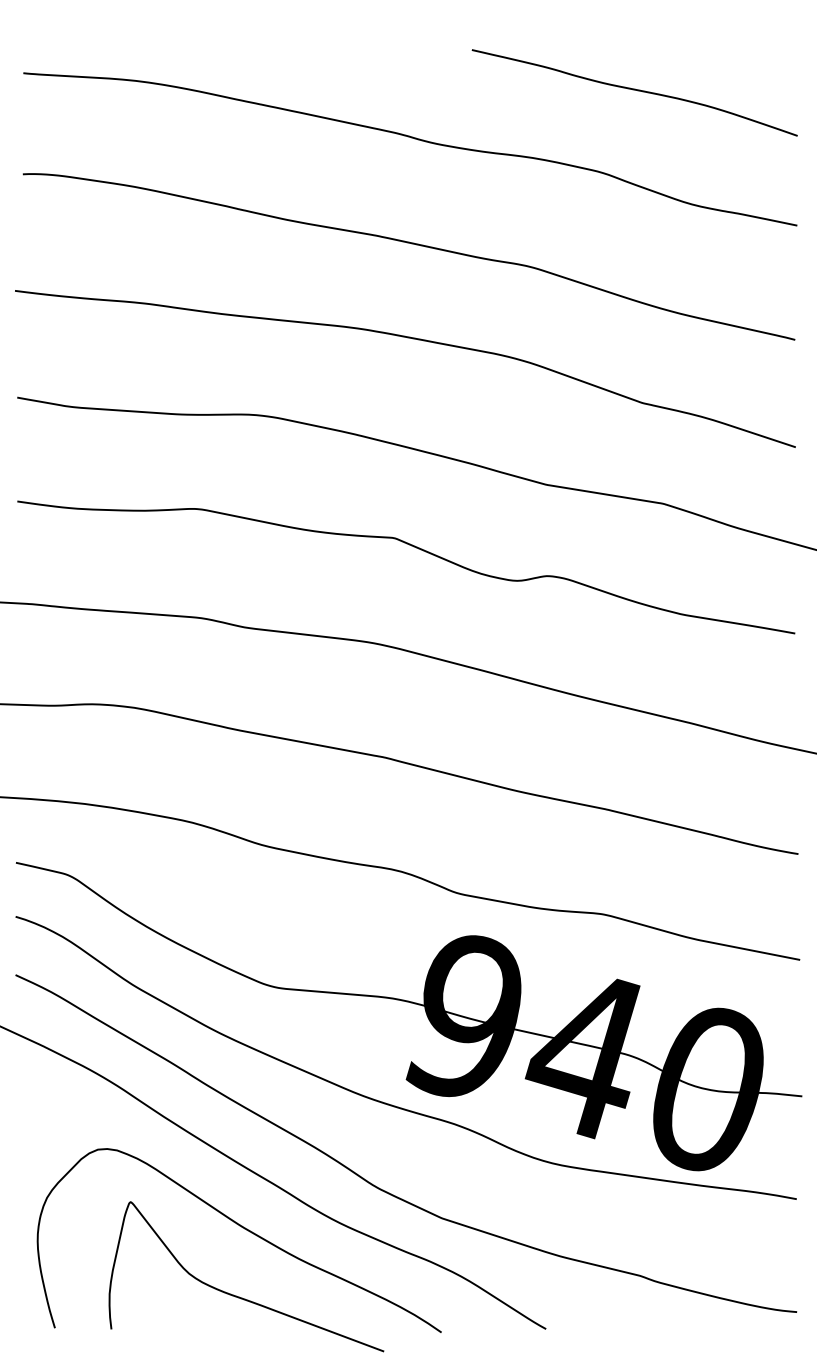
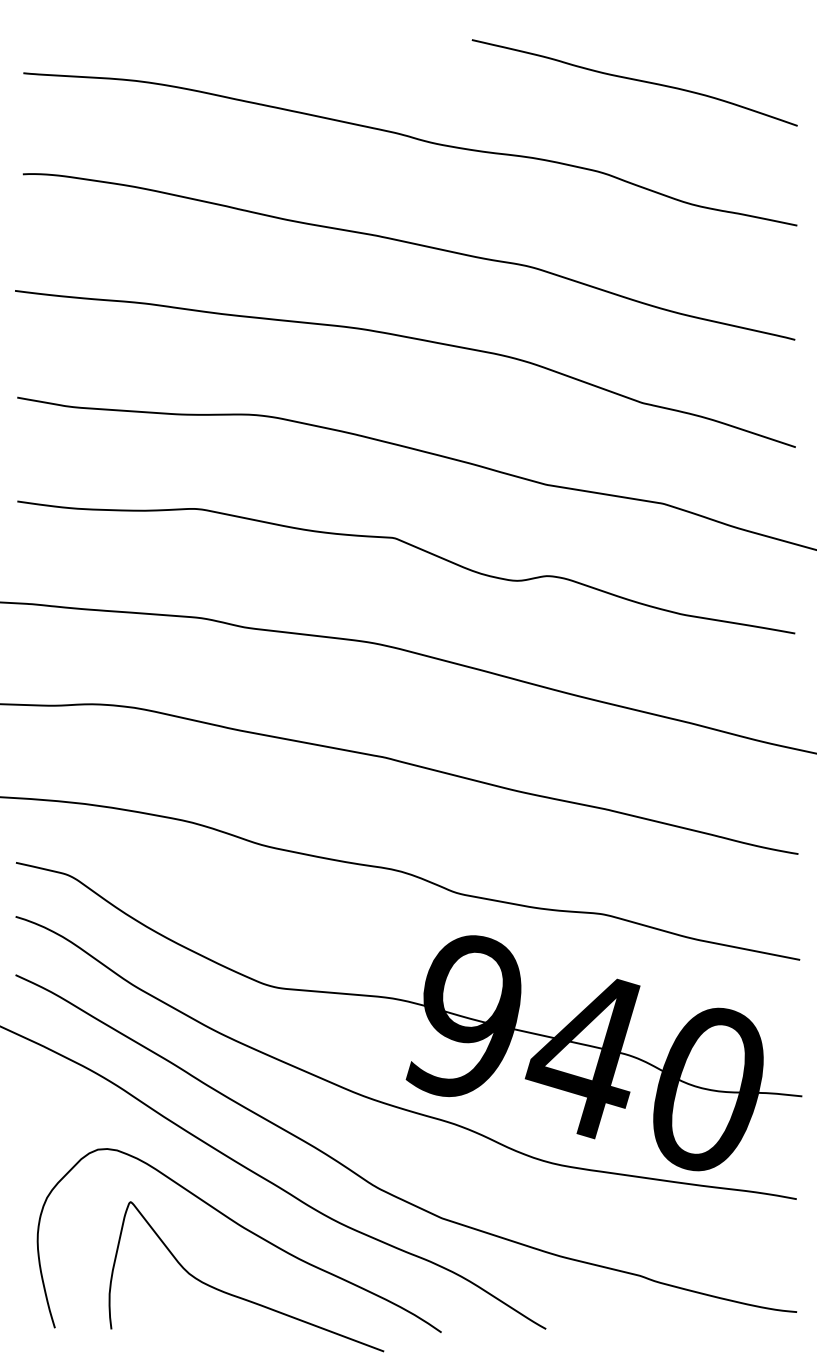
curve at (634, 90) position: (634, 90) -> (634, 80)
